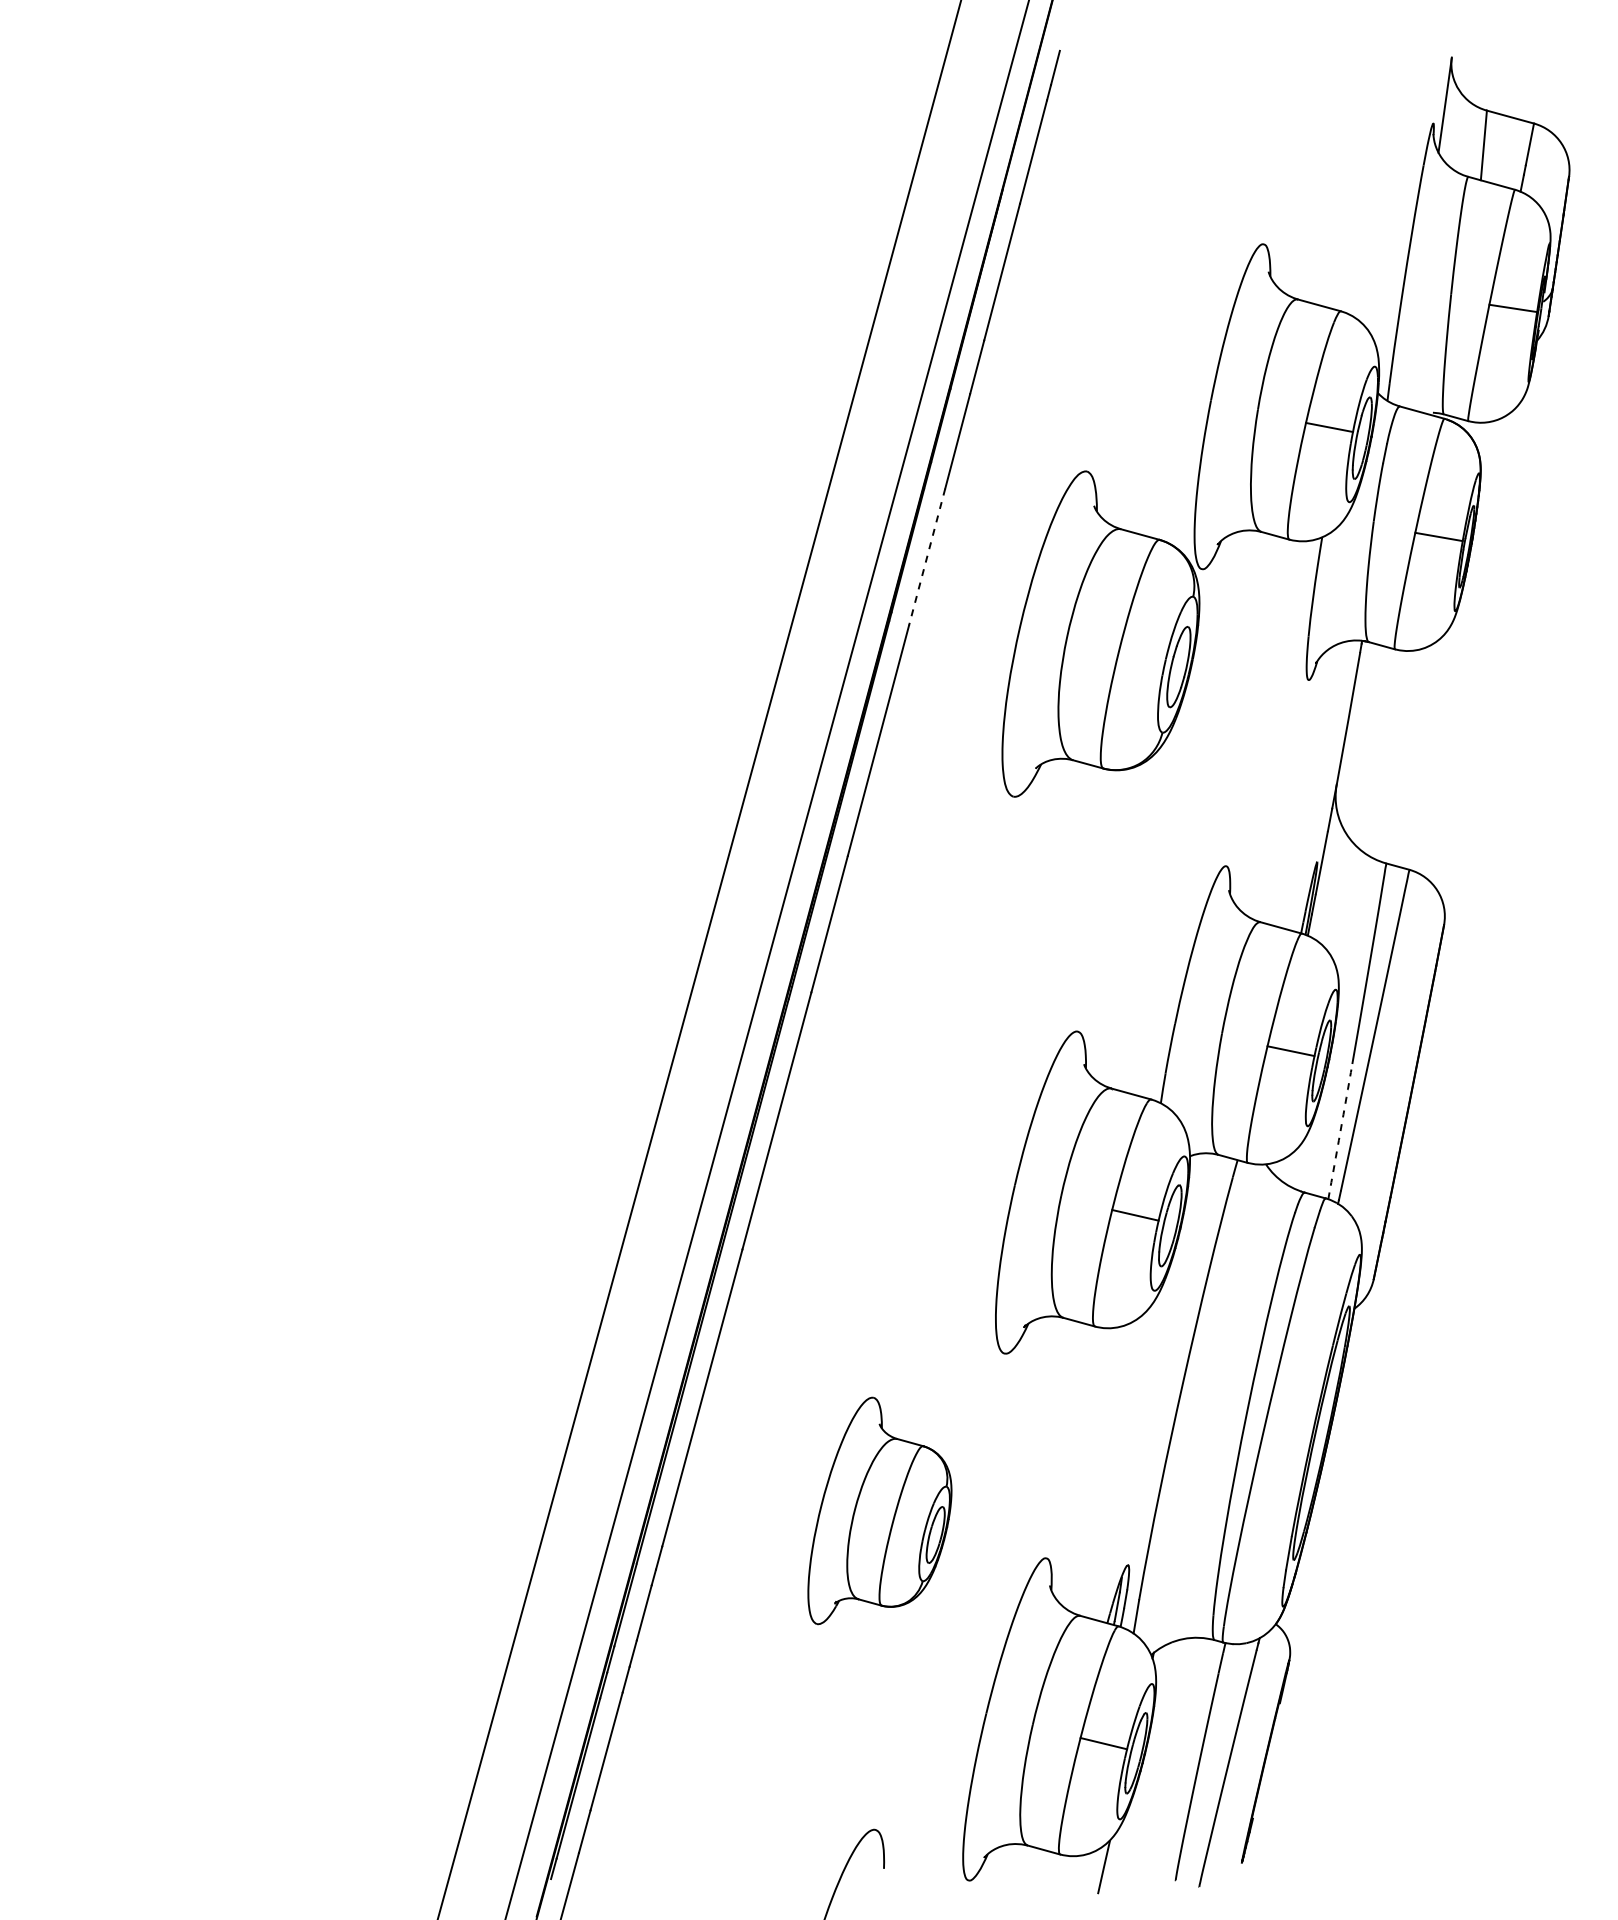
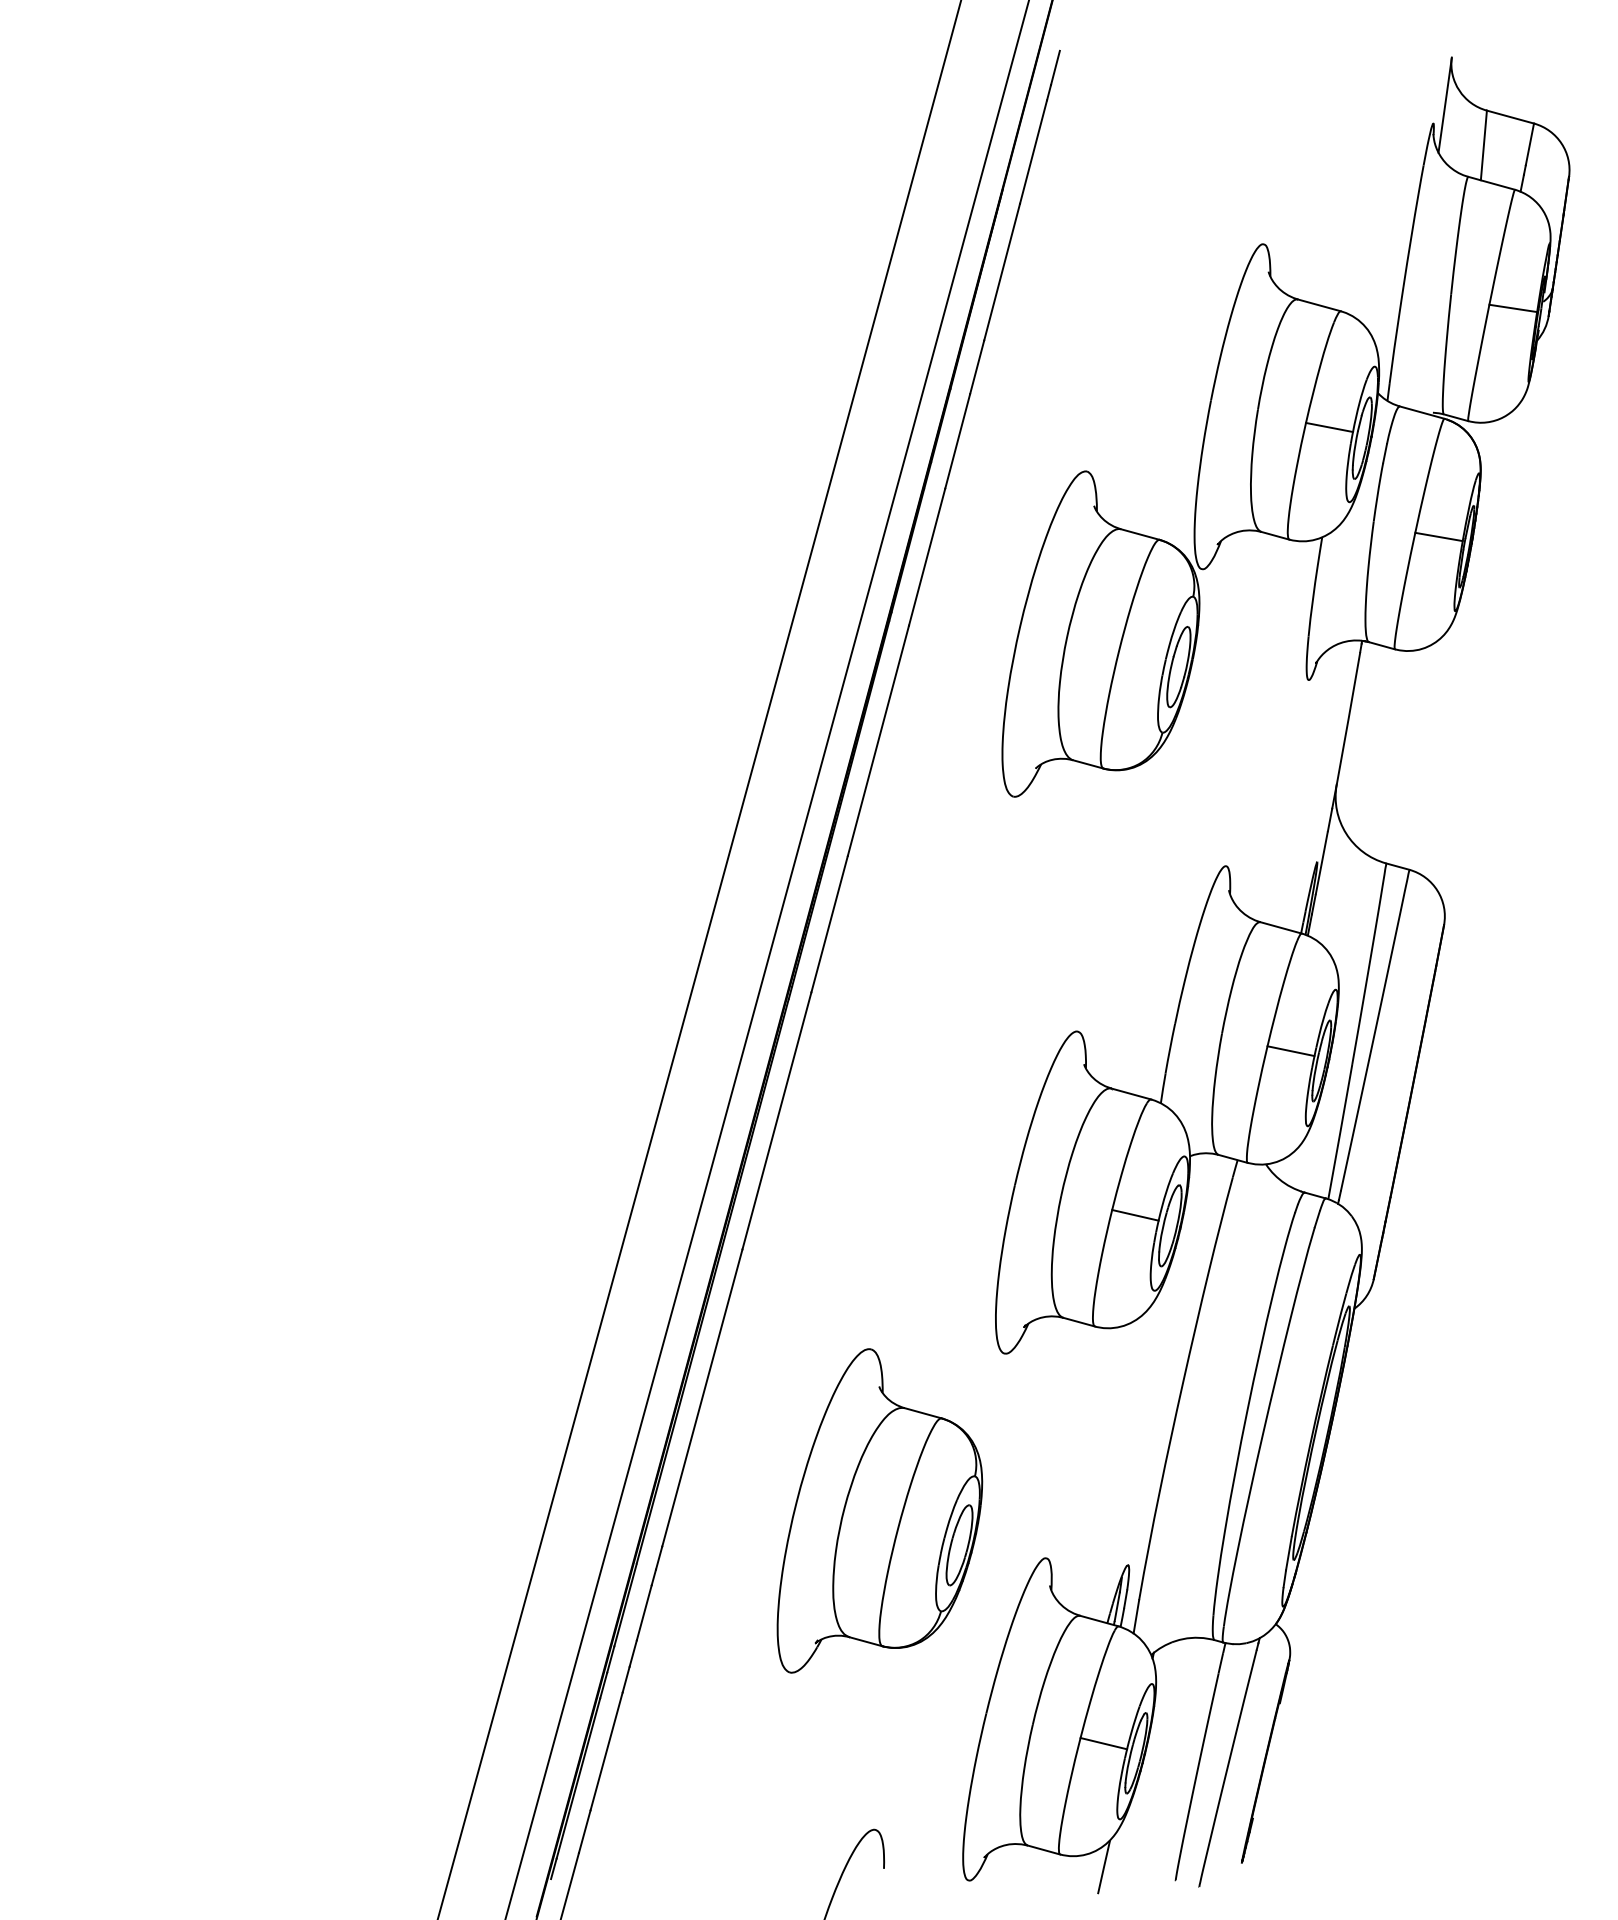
line at (927, 557): dashed -> solid
arc at (1340, 1131): dashed -> solid
part at (879, 1510) size: 146x230 px -> 208x326 px
